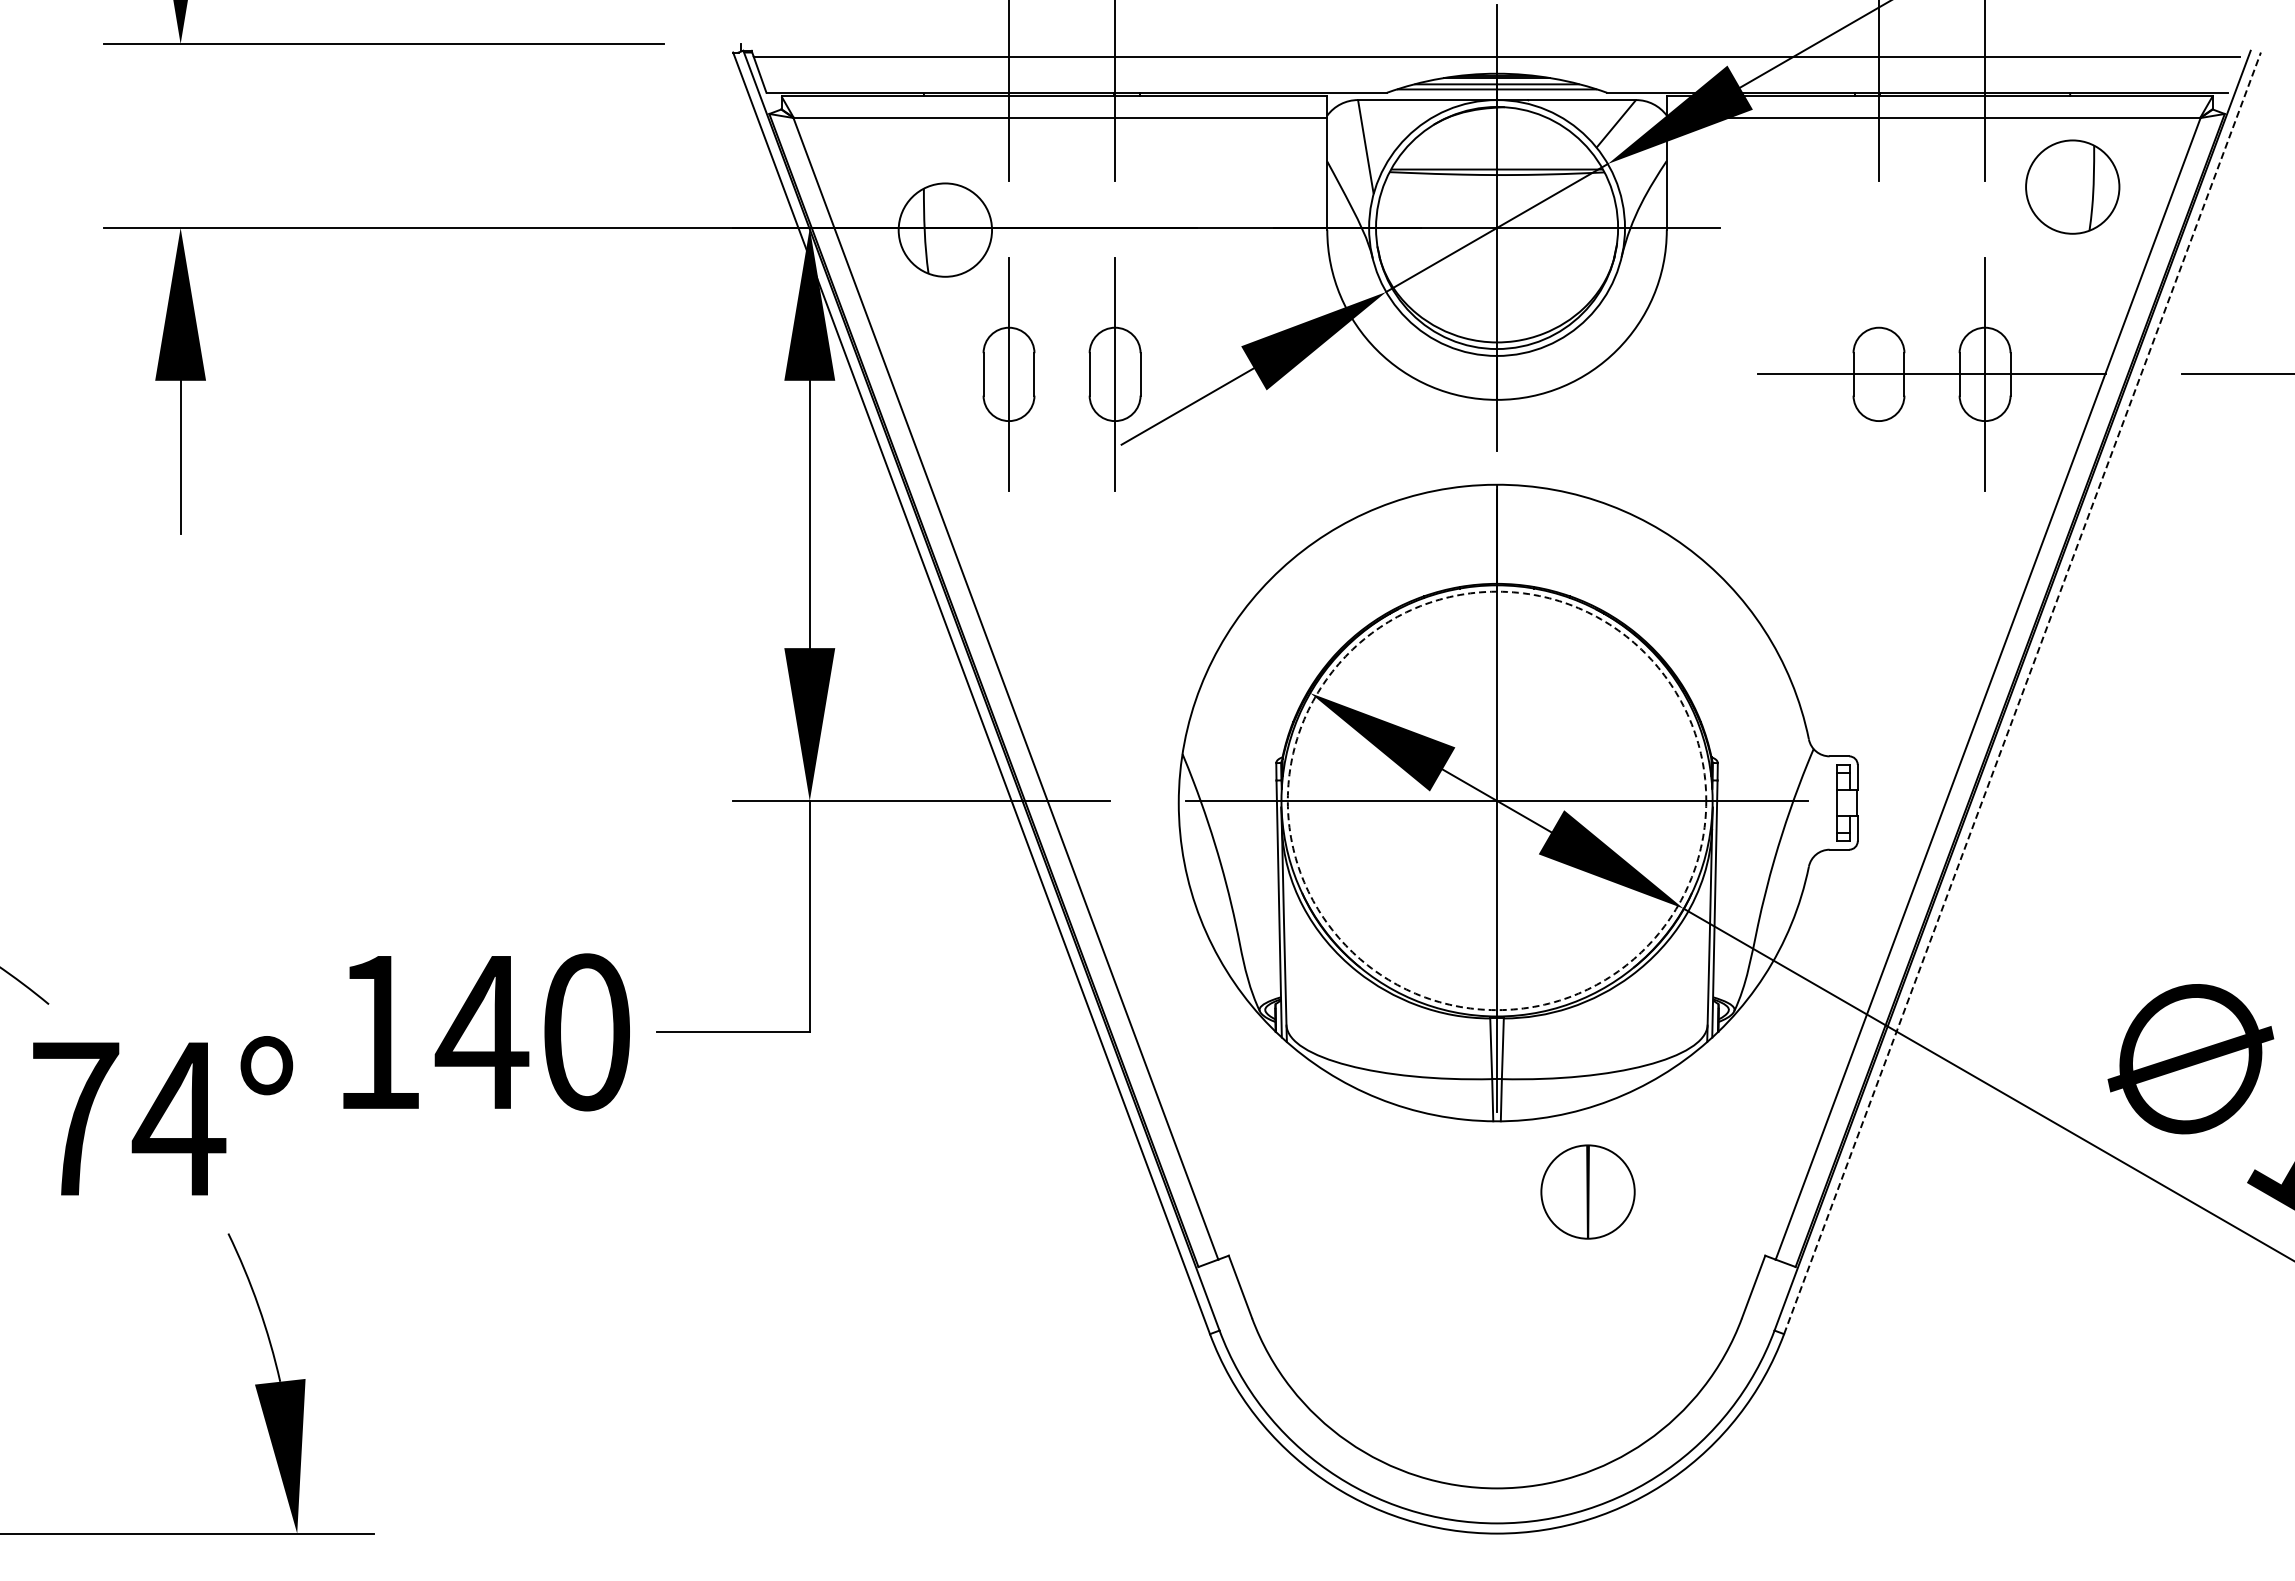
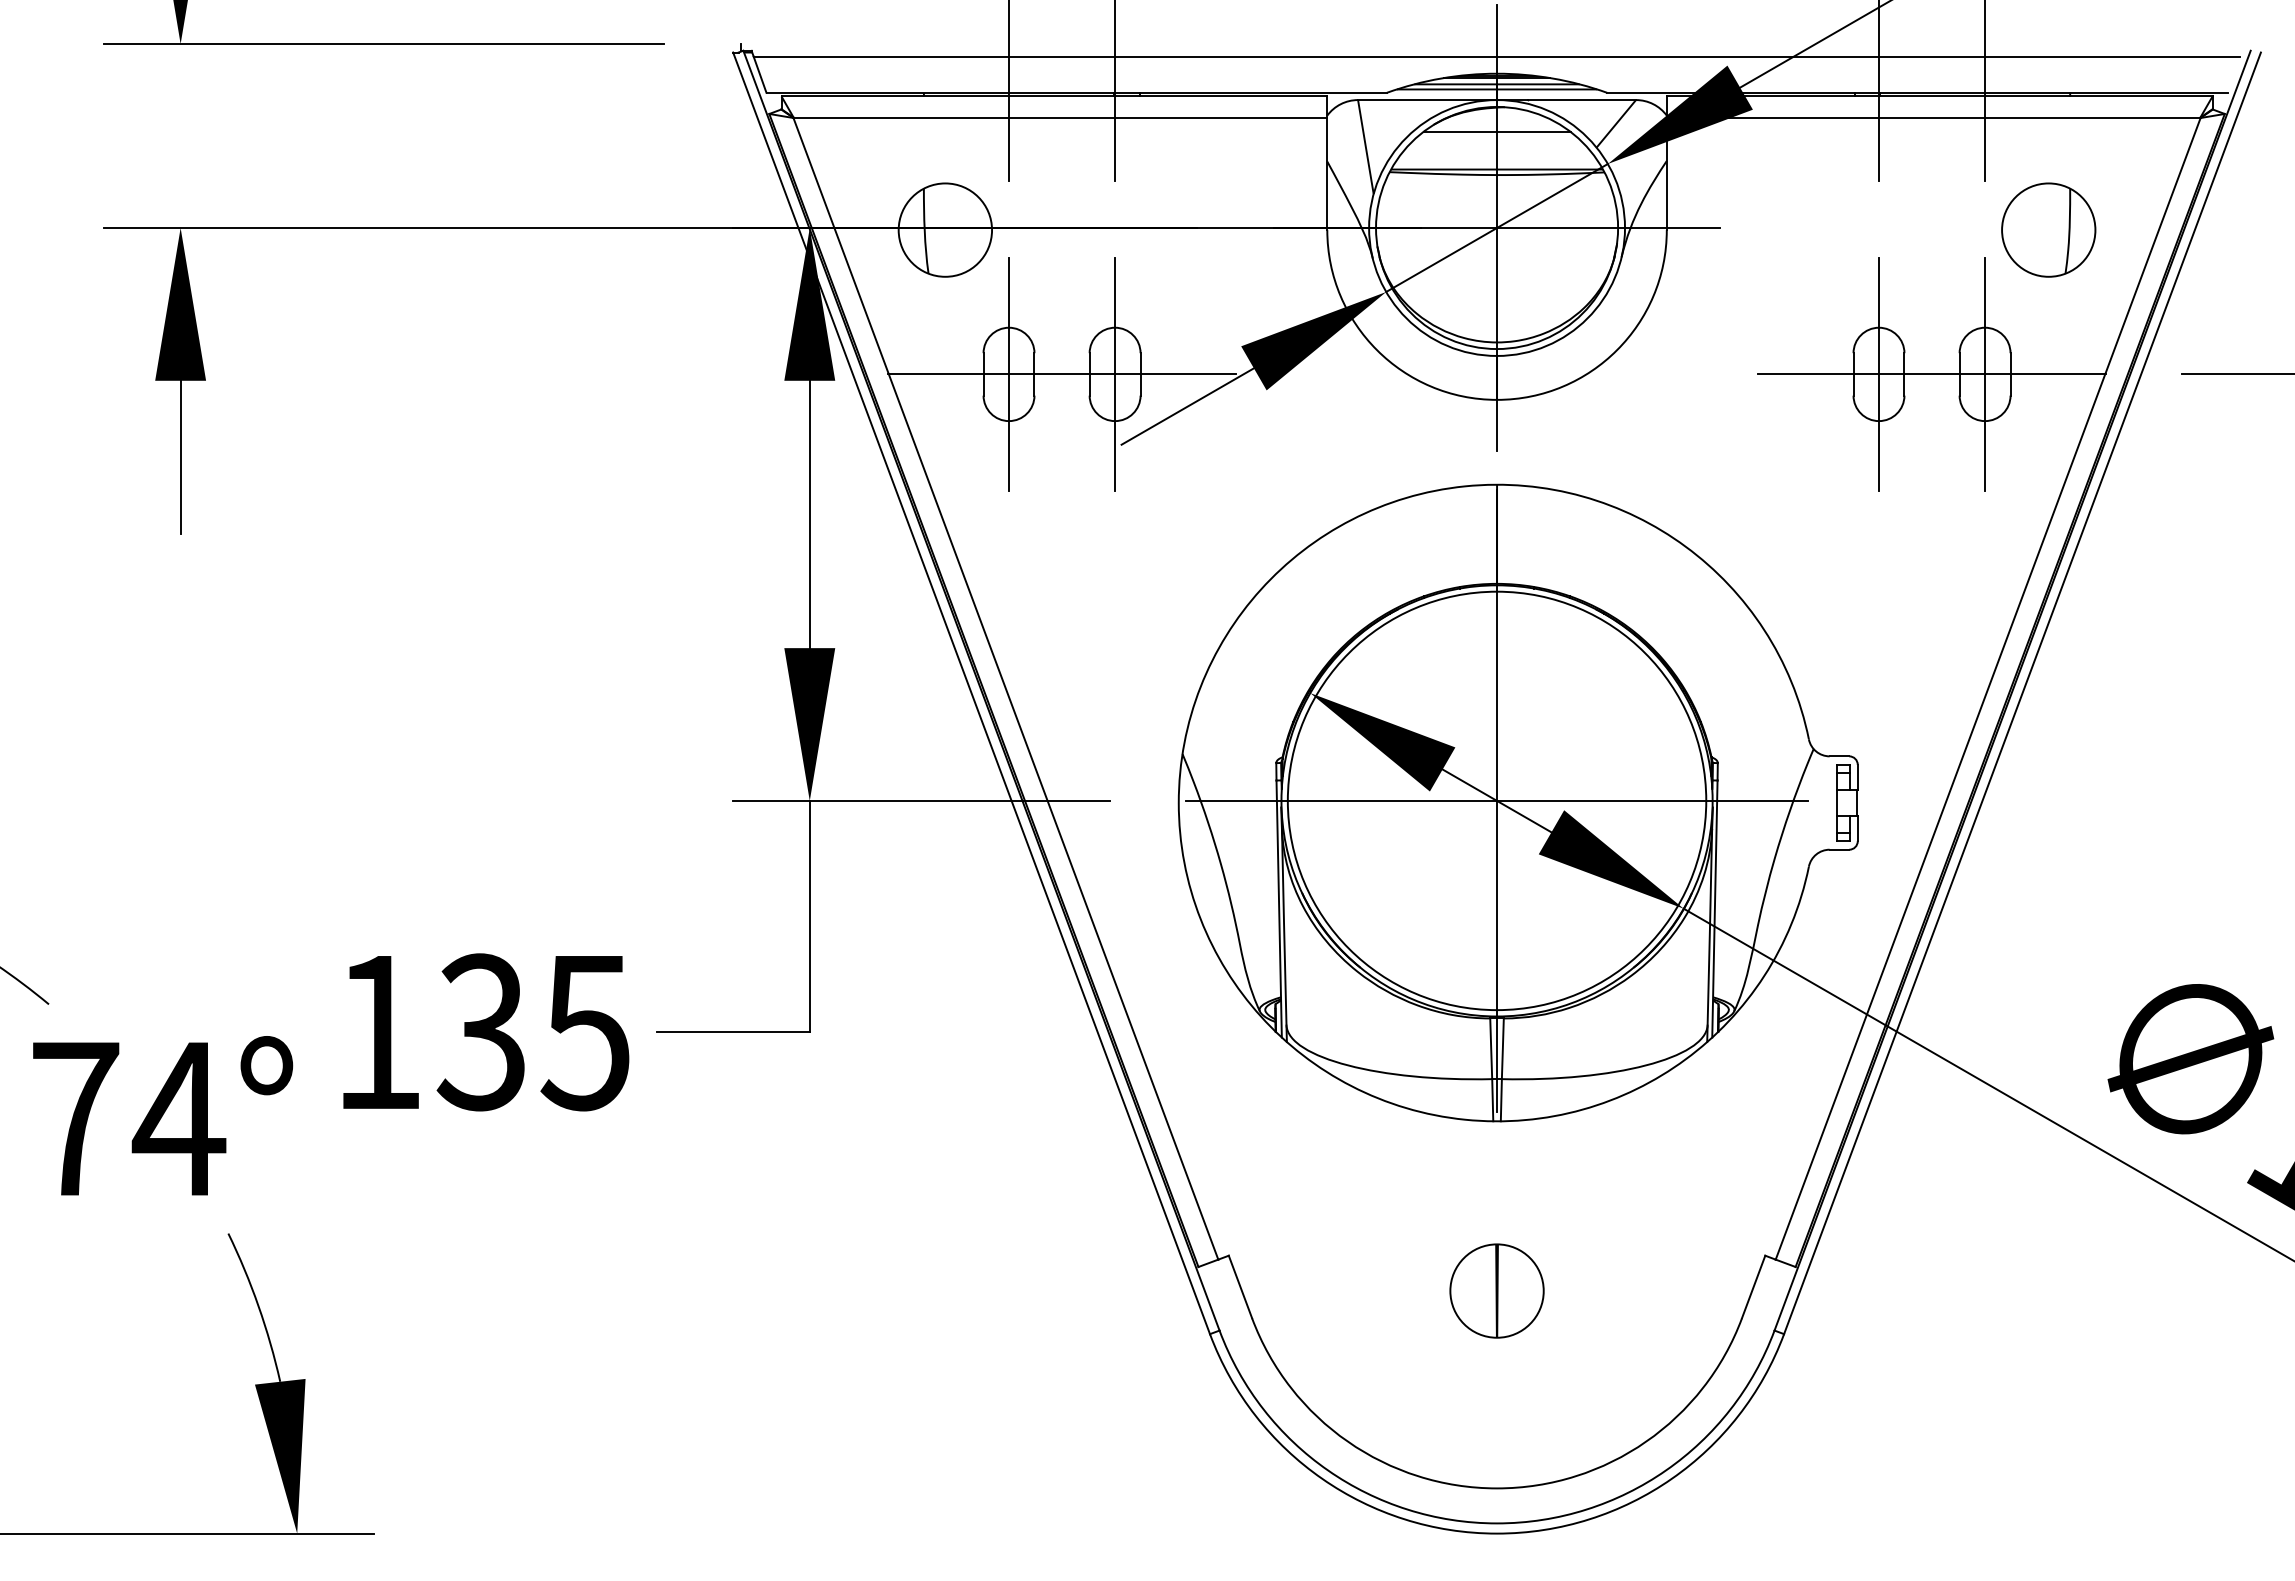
line at (1496, 131): none -> present
part at (2072, 186) position: (2072, 186) -> (2048, 229)
line at (1062, 374): none -> present
line at (1878, 374): none -> present
line at (2022, 693): dashed -> solid
circle at (1496, 800): dashed -> solid
text at (531, 1032): 140 -> 135
part at (1587, 1191) position: (1587, 1191) -> (1496, 1290)
